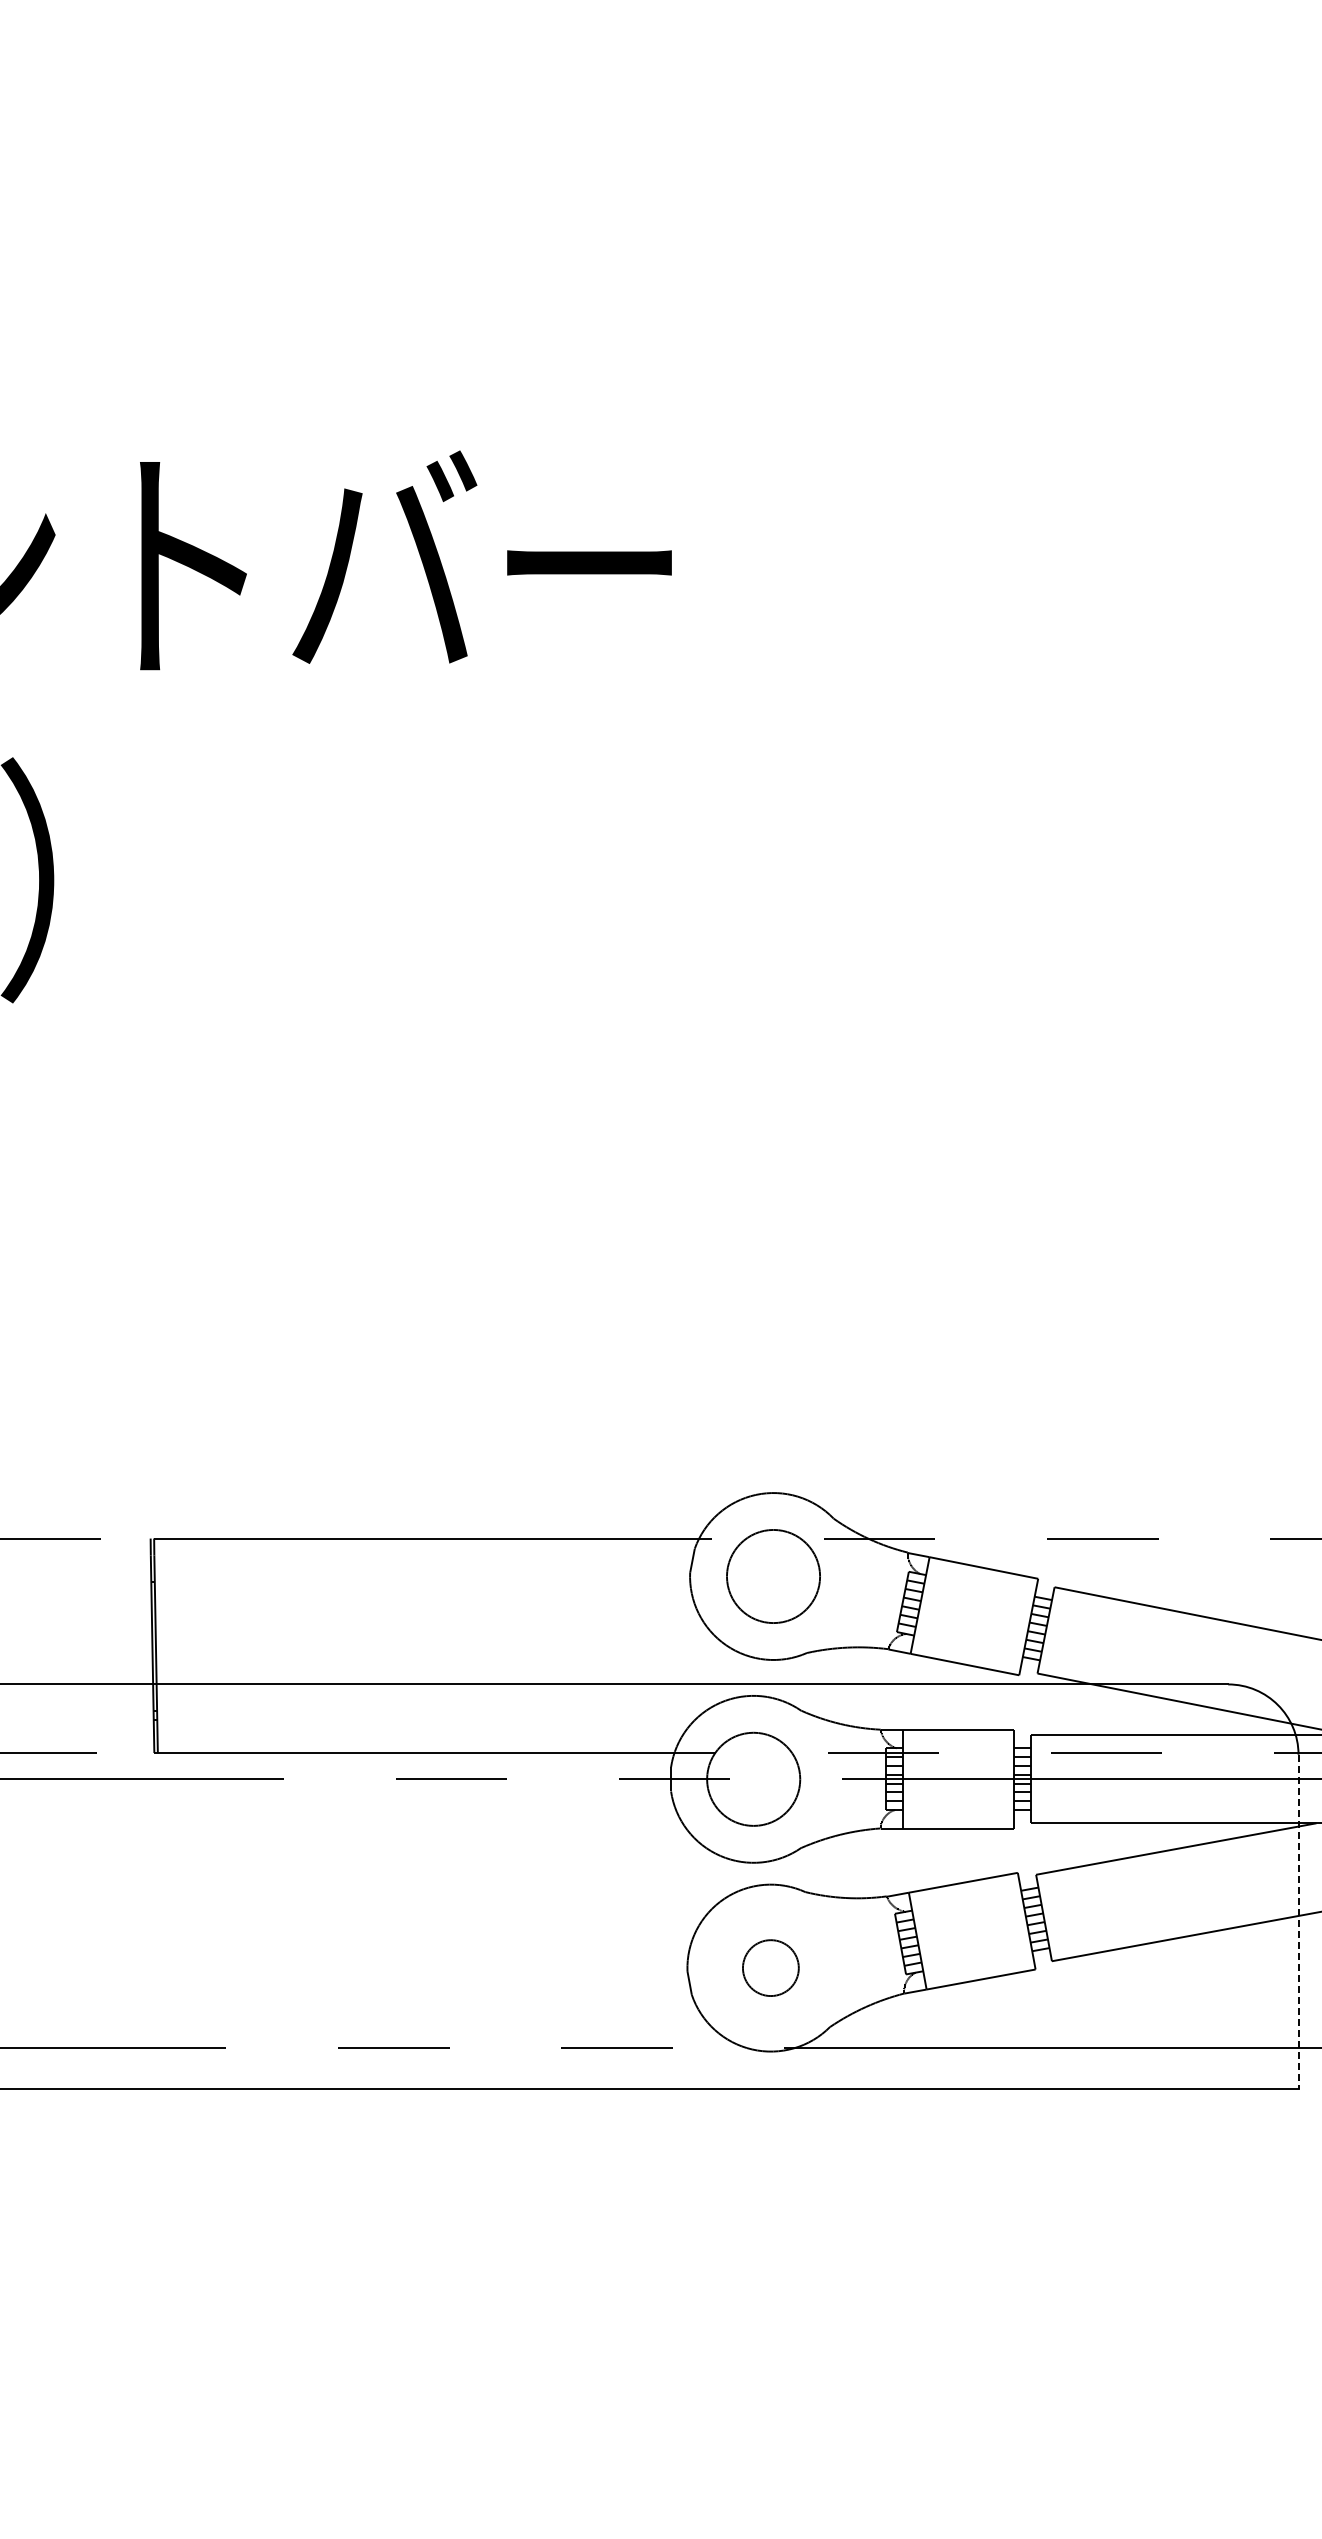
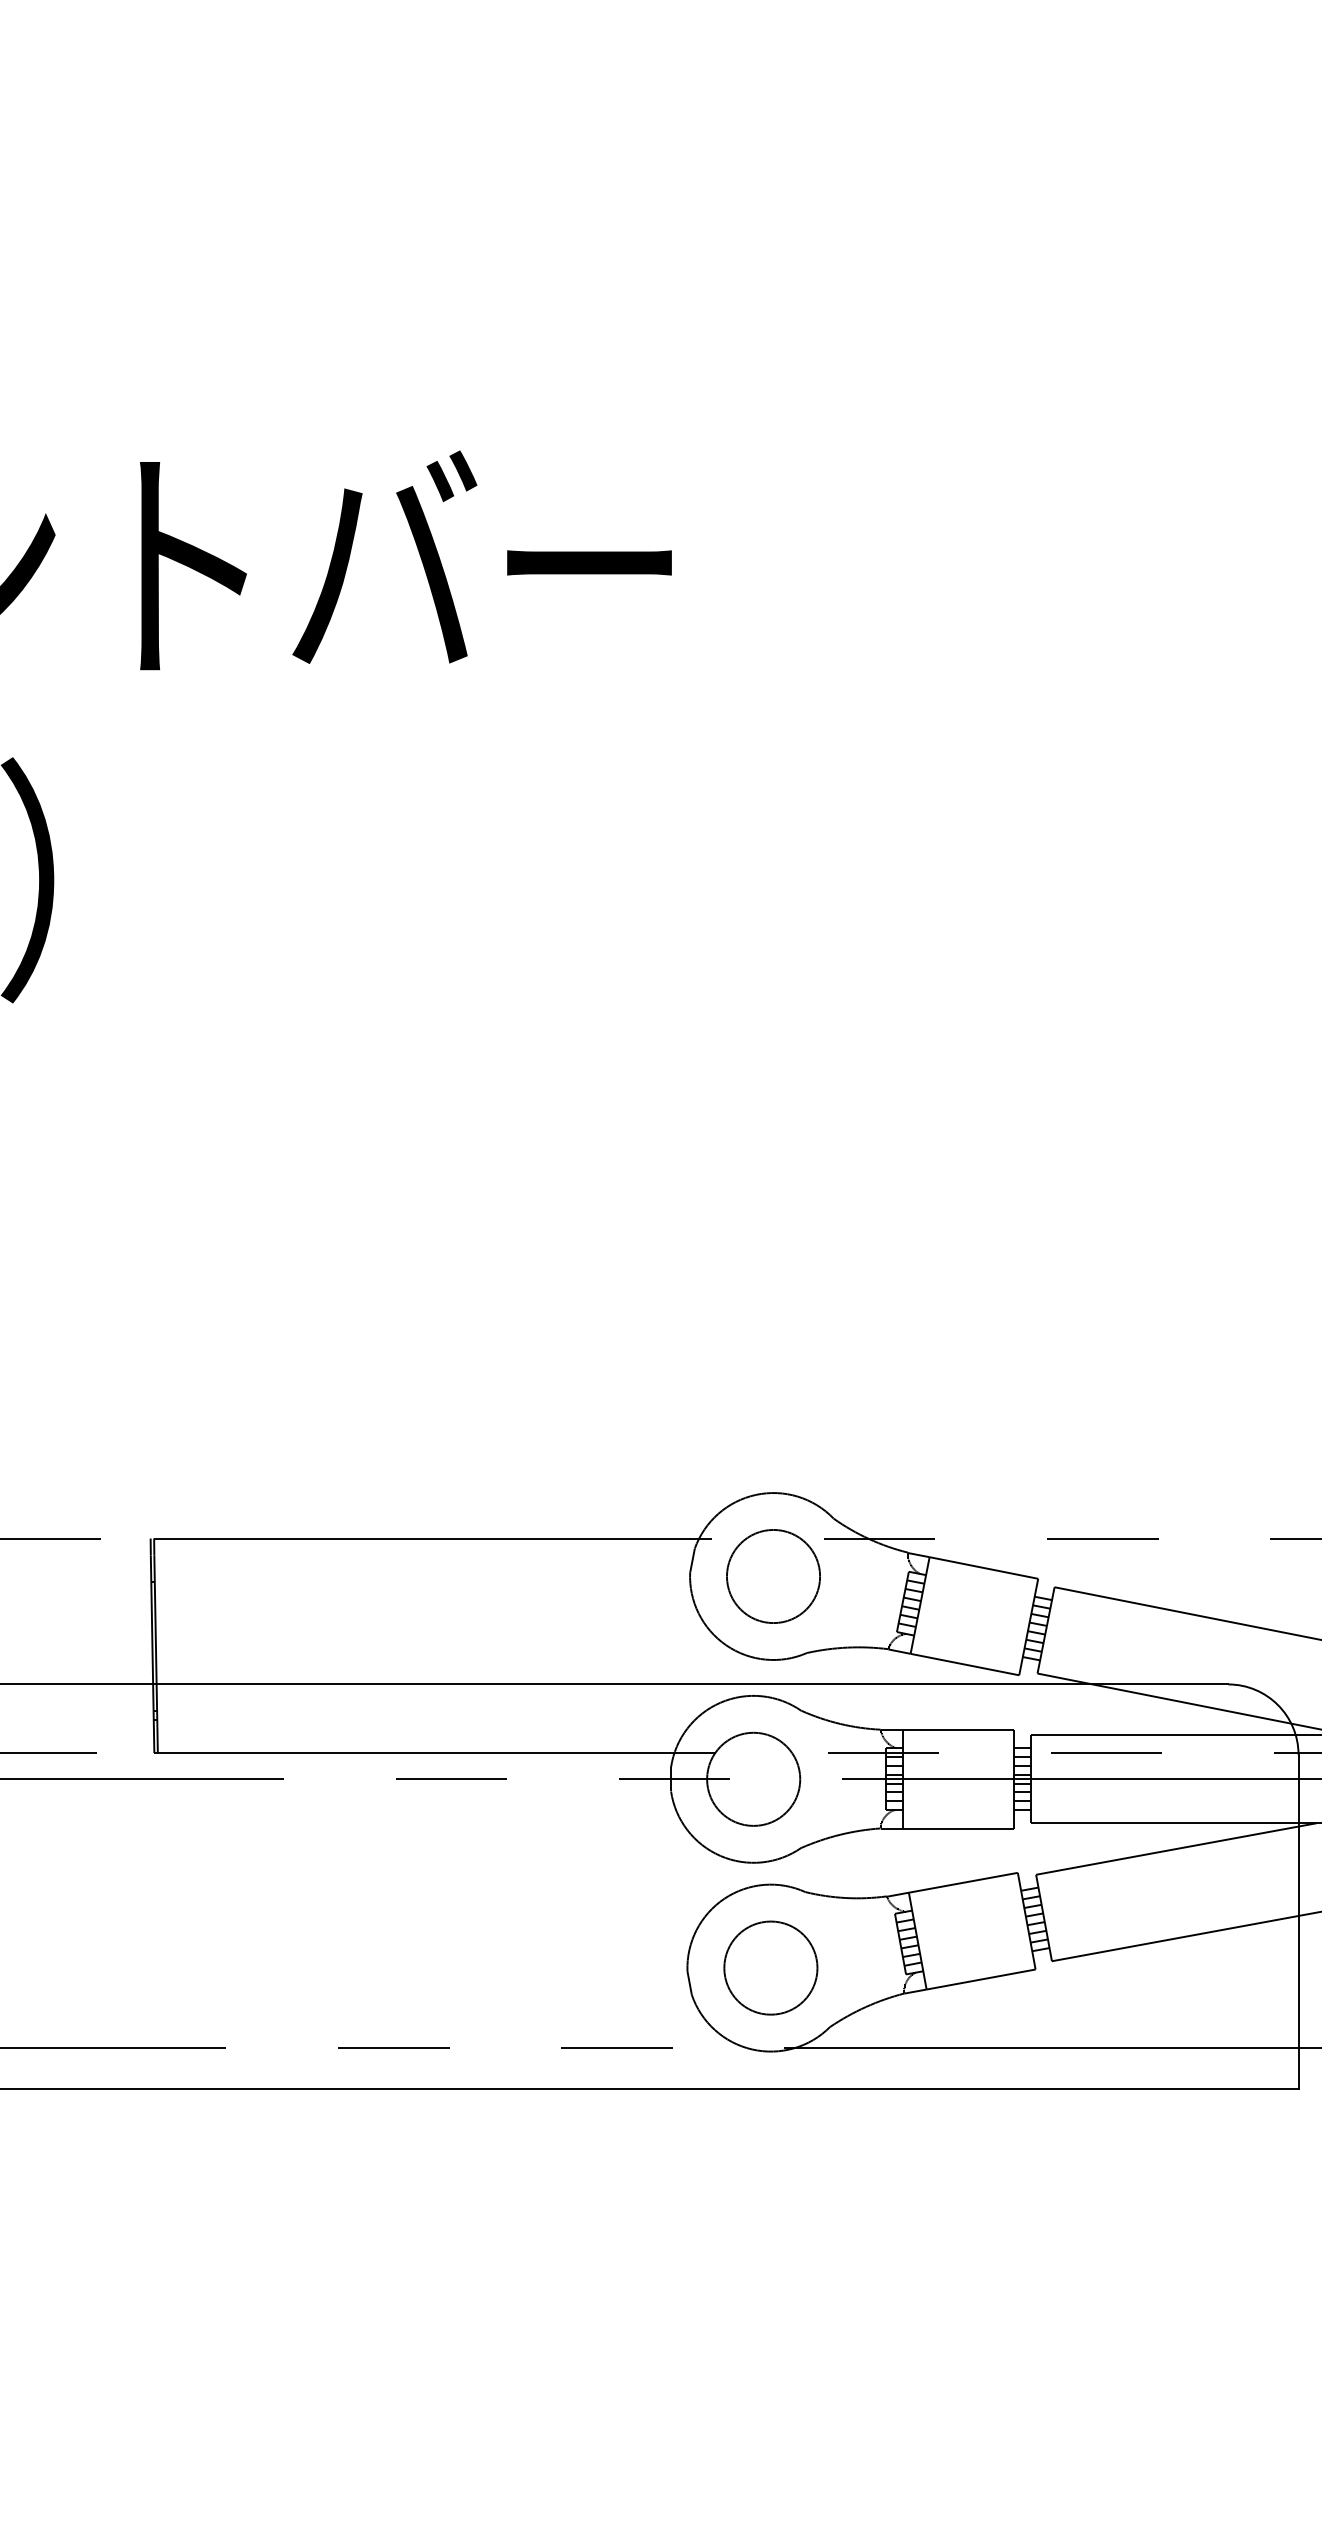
line at (1298, 1921): dashed -> solid
circle at (770, 1968) diameter: 56 px -> 93 px
